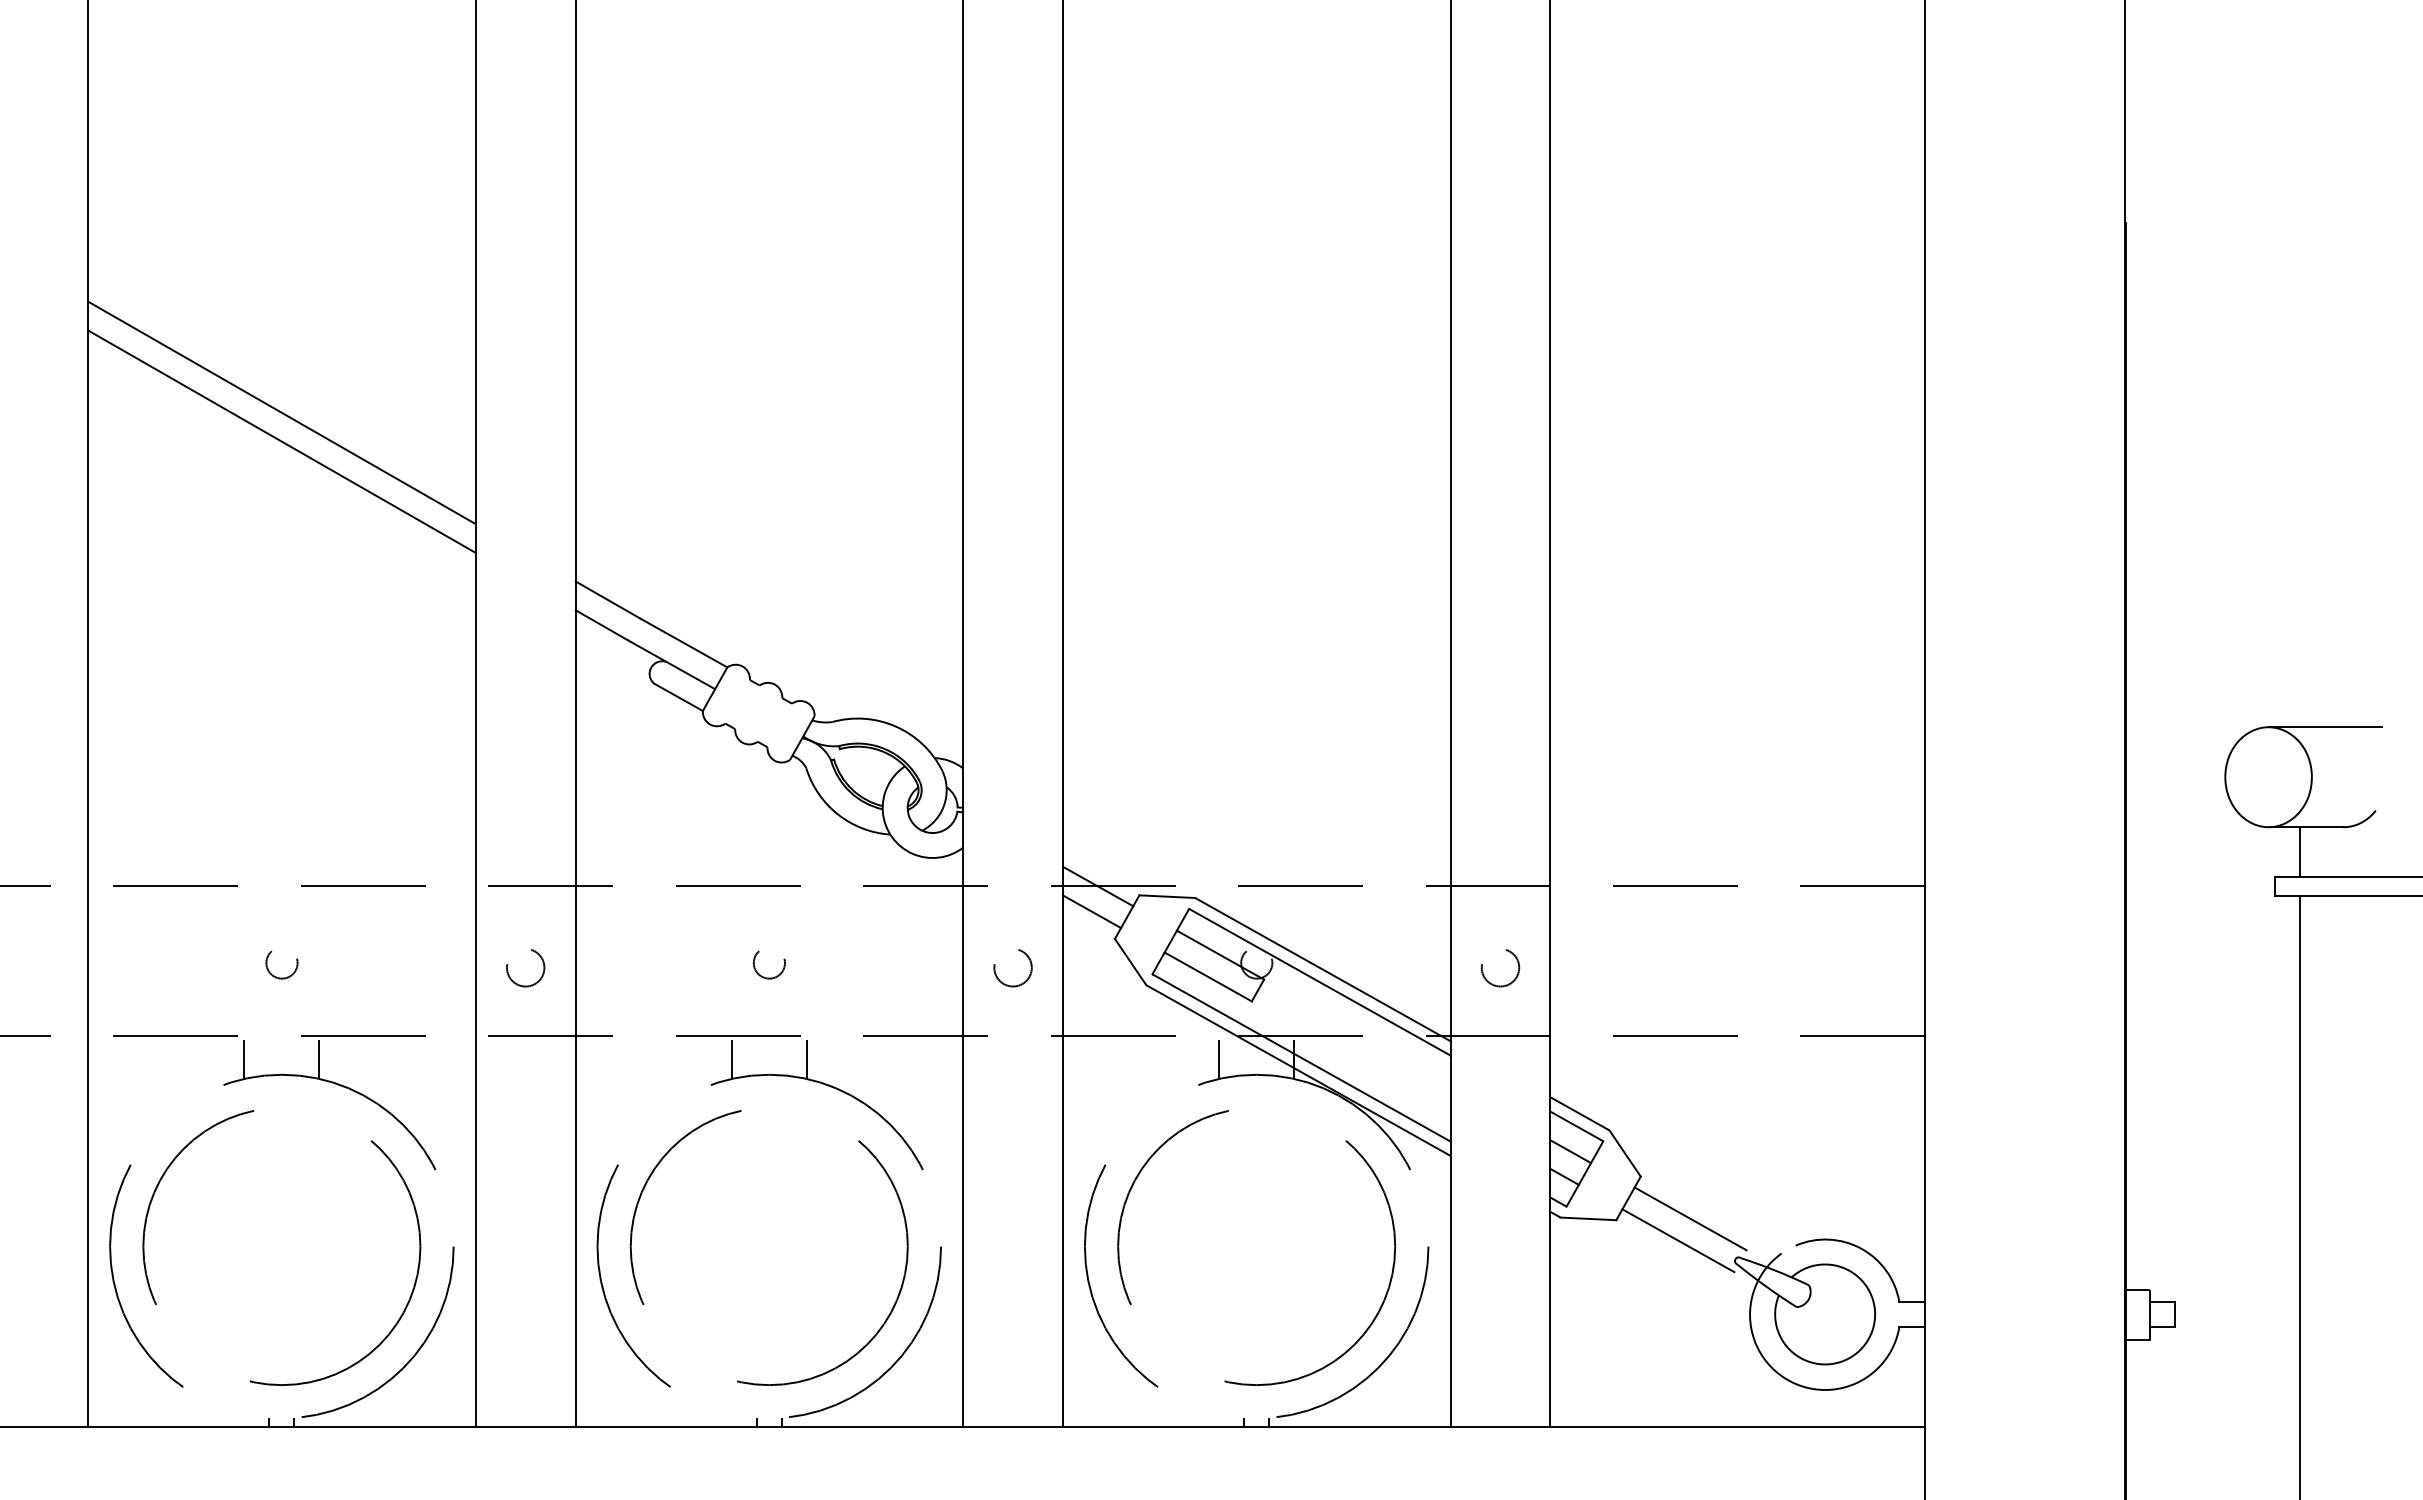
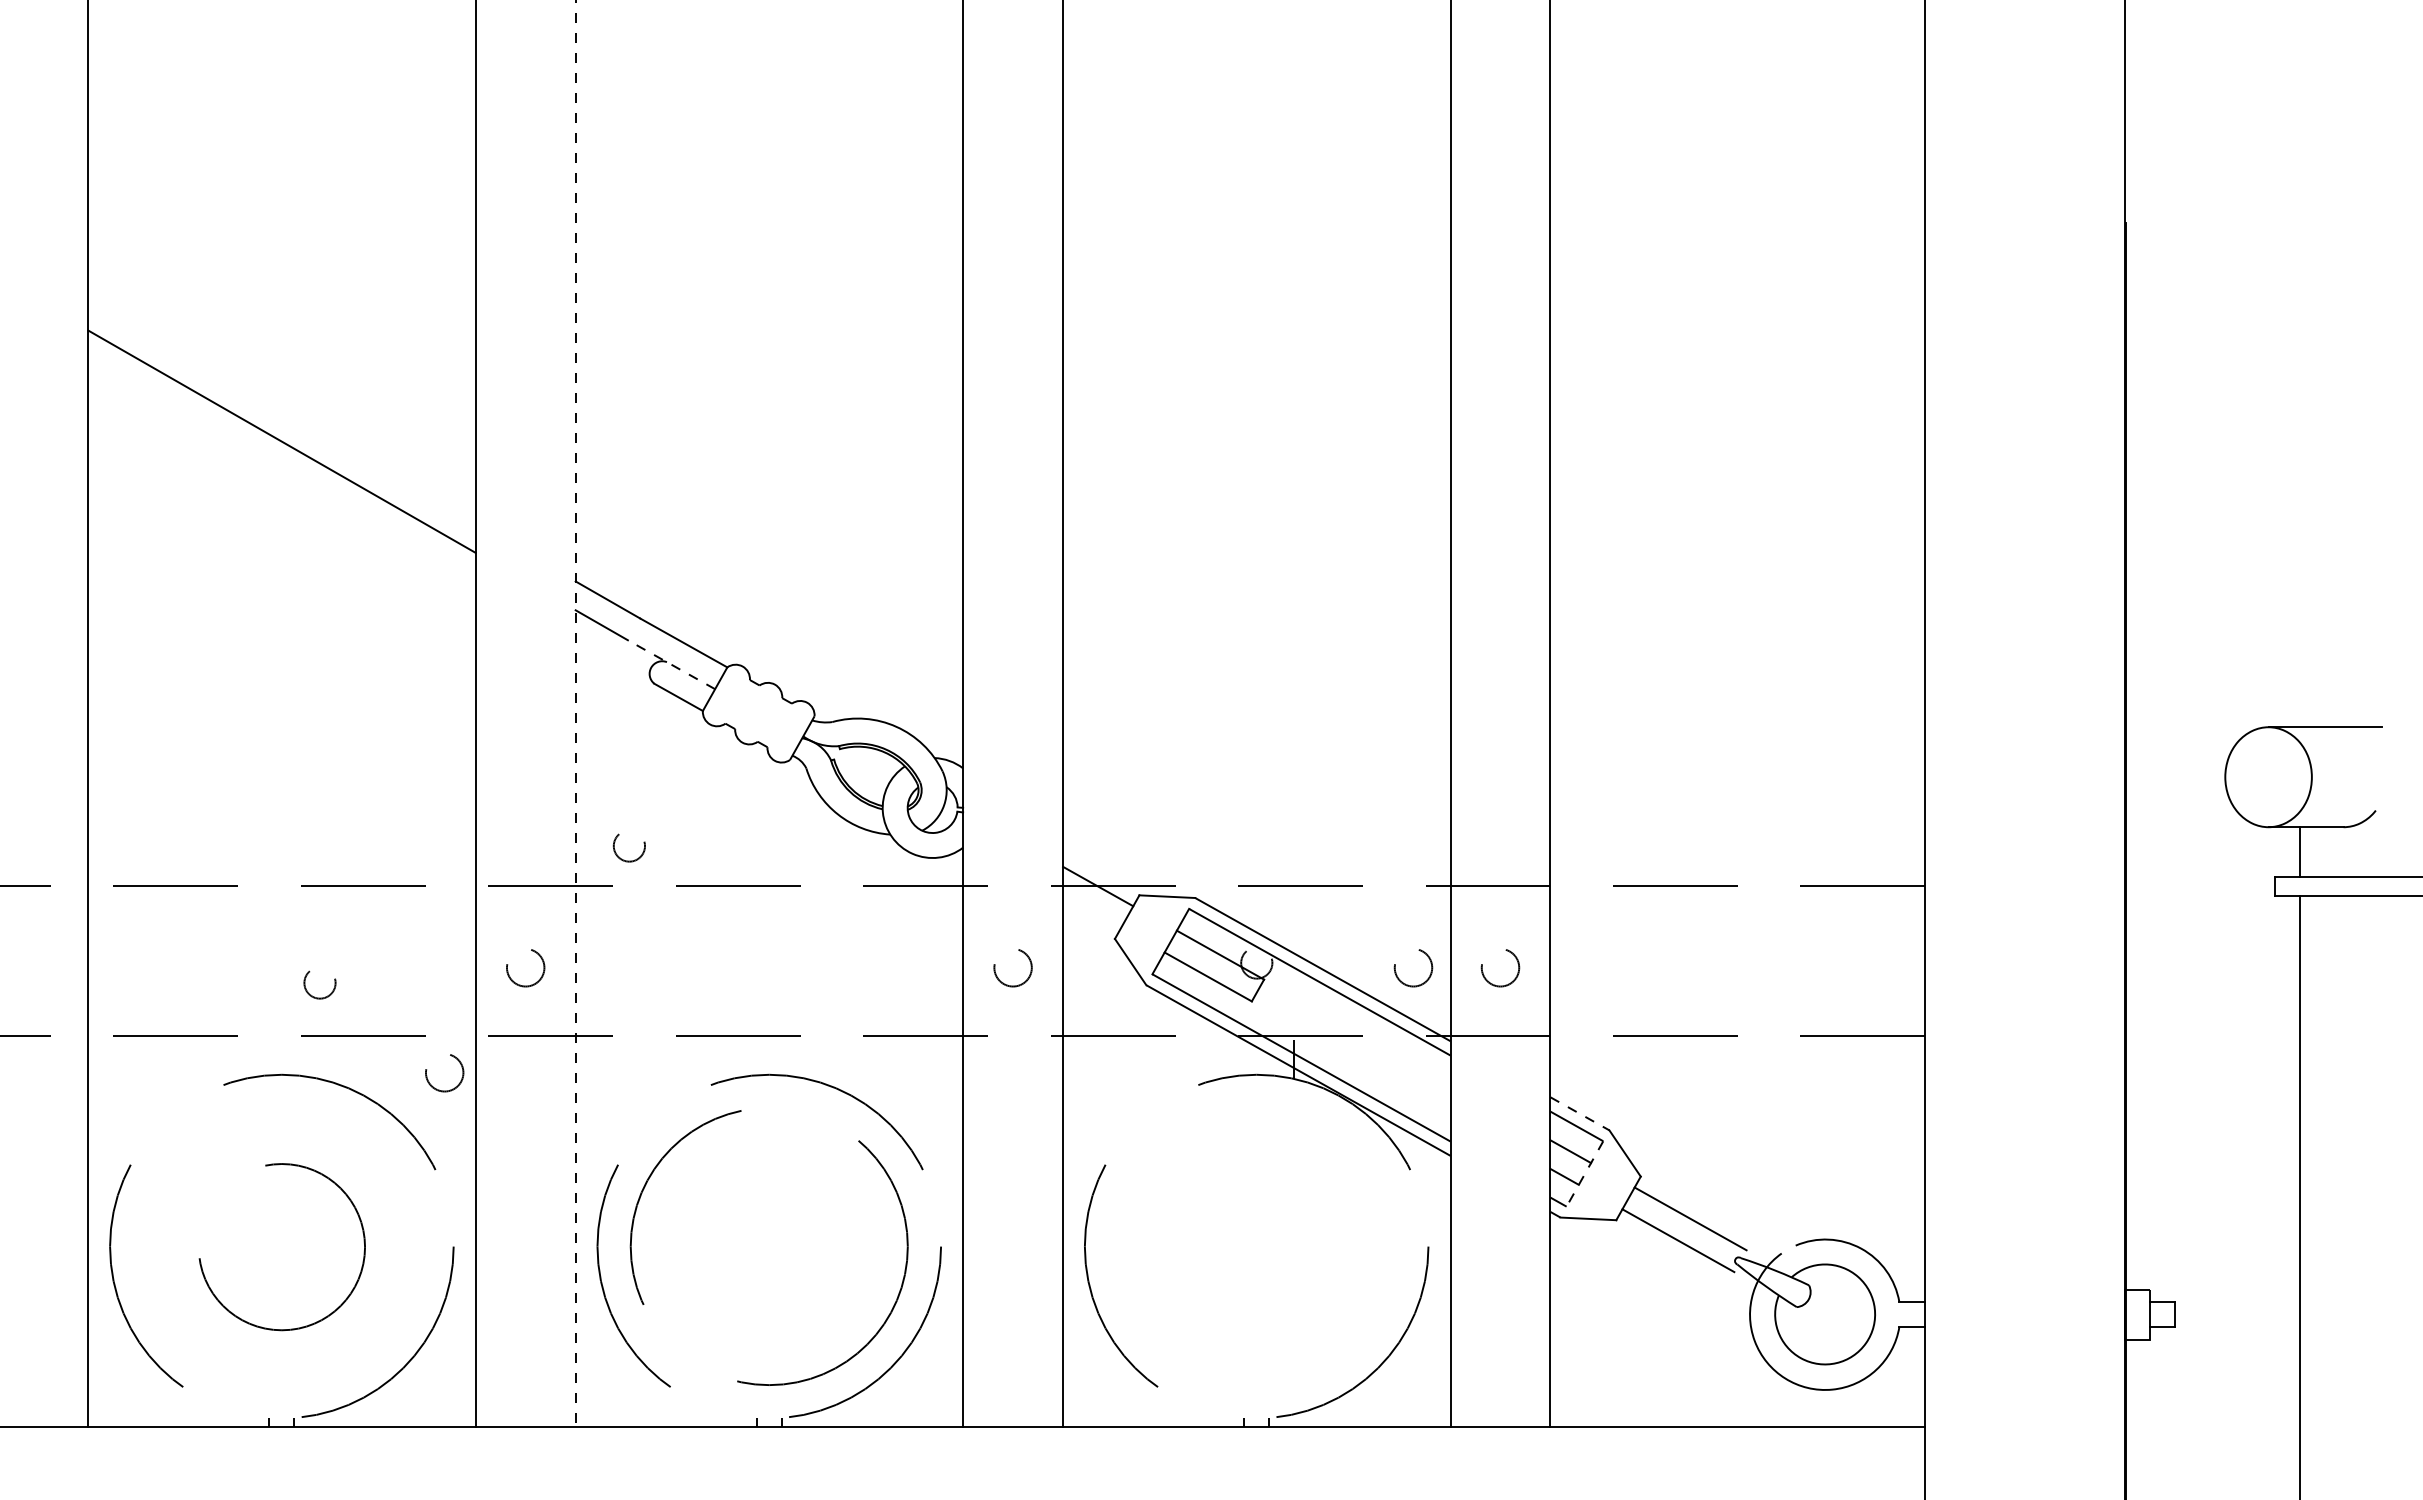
line at (281, 412): present -> none
line at (671, 664): solid -> dashed
line at (575, 714): solid -> dashed
line at (1092, 911): present -> none
circle at (281, 964) position: (281, 964) -> (319, 984)
circle at (768, 964) position: (768, 964) -> (628, 847)
circle at (1413, 968): none -> present
line at (244, 1058): present -> none
line at (319, 1058): present -> none
line at (731, 1058): present -> none
line at (806, 1058): present -> none
line at (1219, 1058): present -> none
circle at (444, 1073): none -> present
line at (1579, 1113): solid -> dashed
line at (1584, 1174): solid -> dashed
circle at (281, 1247) size: 280x276 px -> 168x169 px
circle at (1256, 1247): present -> none
